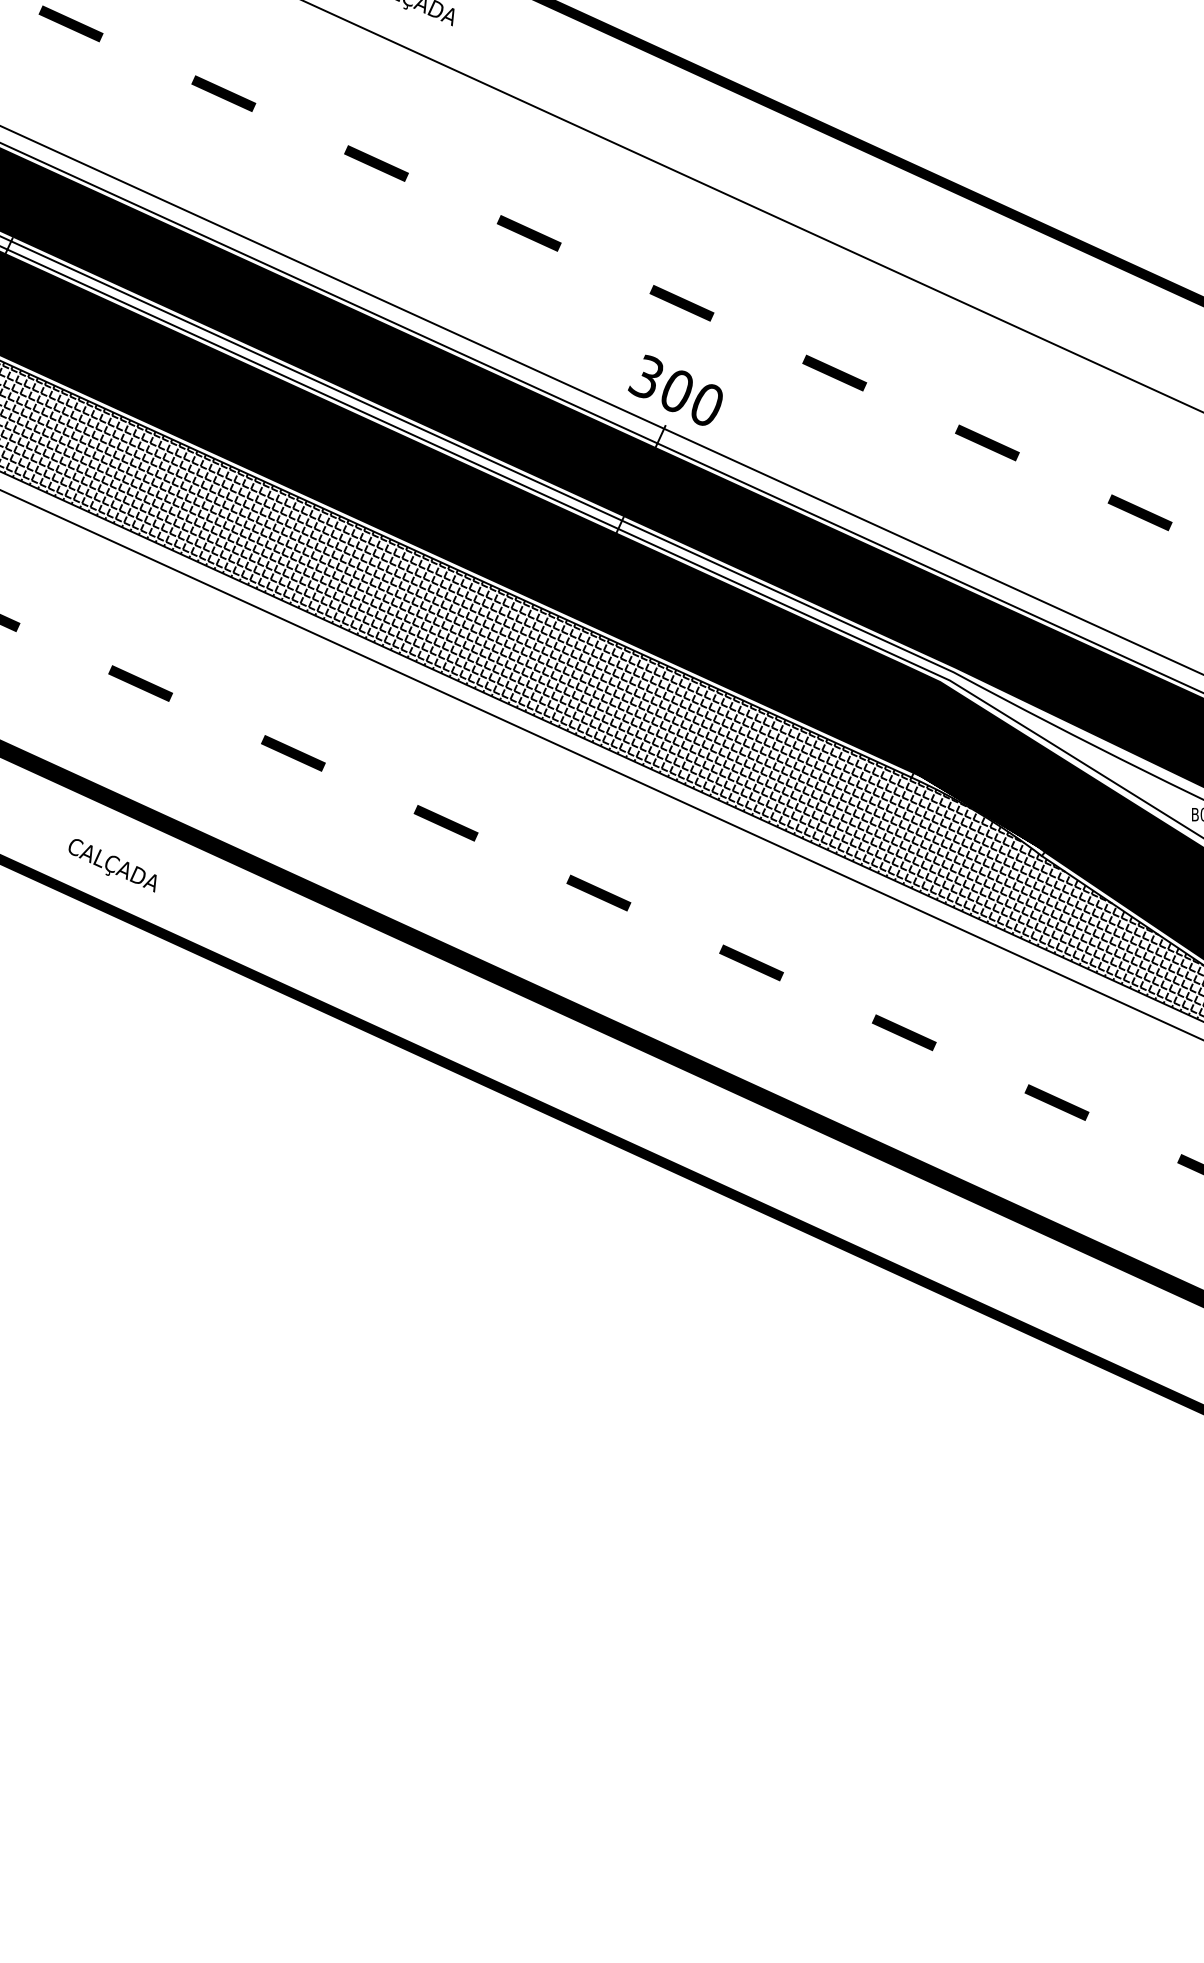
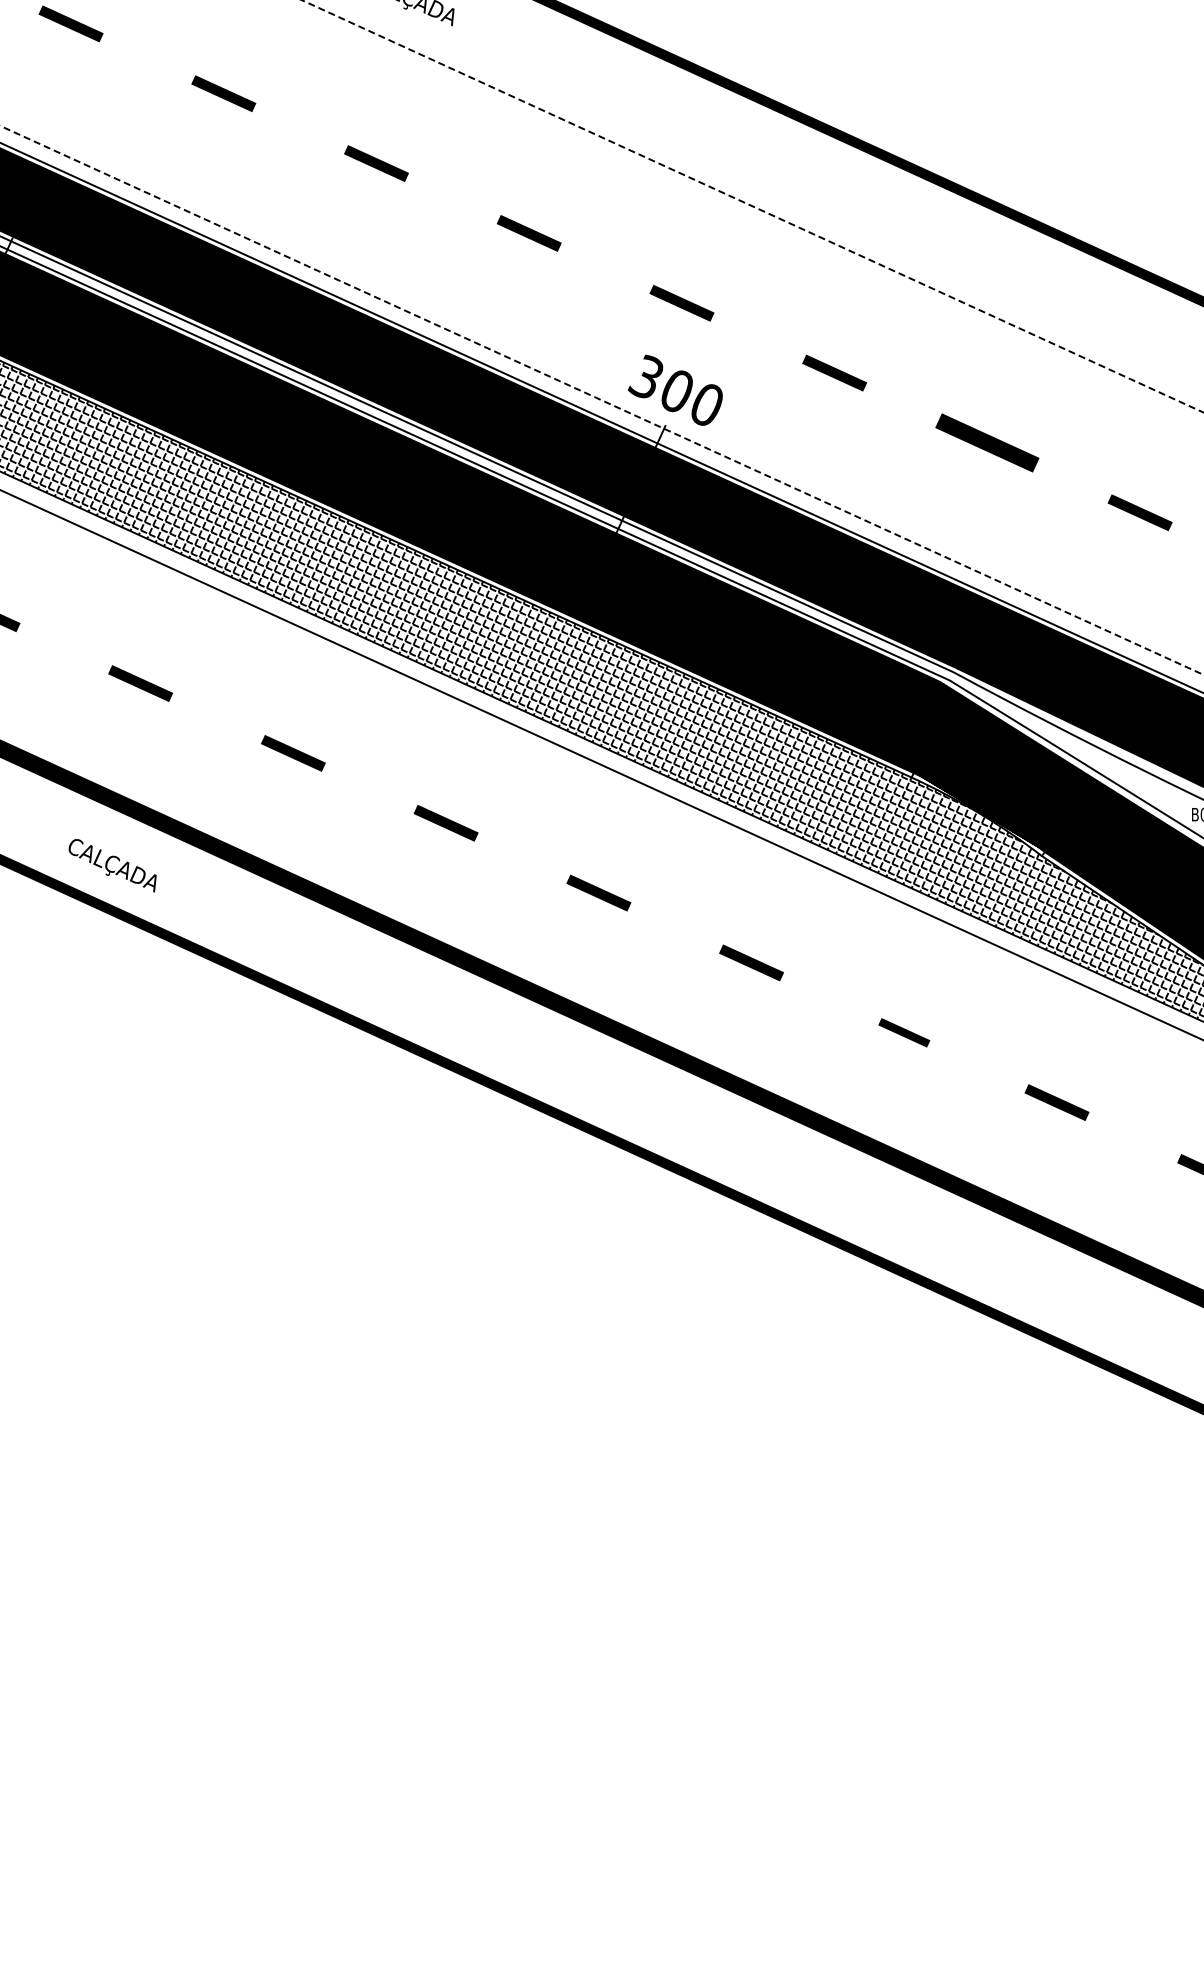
line at (752, 206): solid -> dashed
line at (602, 400): solid -> dashed
part at (987, 442) size: 65x38 px -> 105x60 px
part at (904, 1032) size: 65x38 px -> 53x30 px
